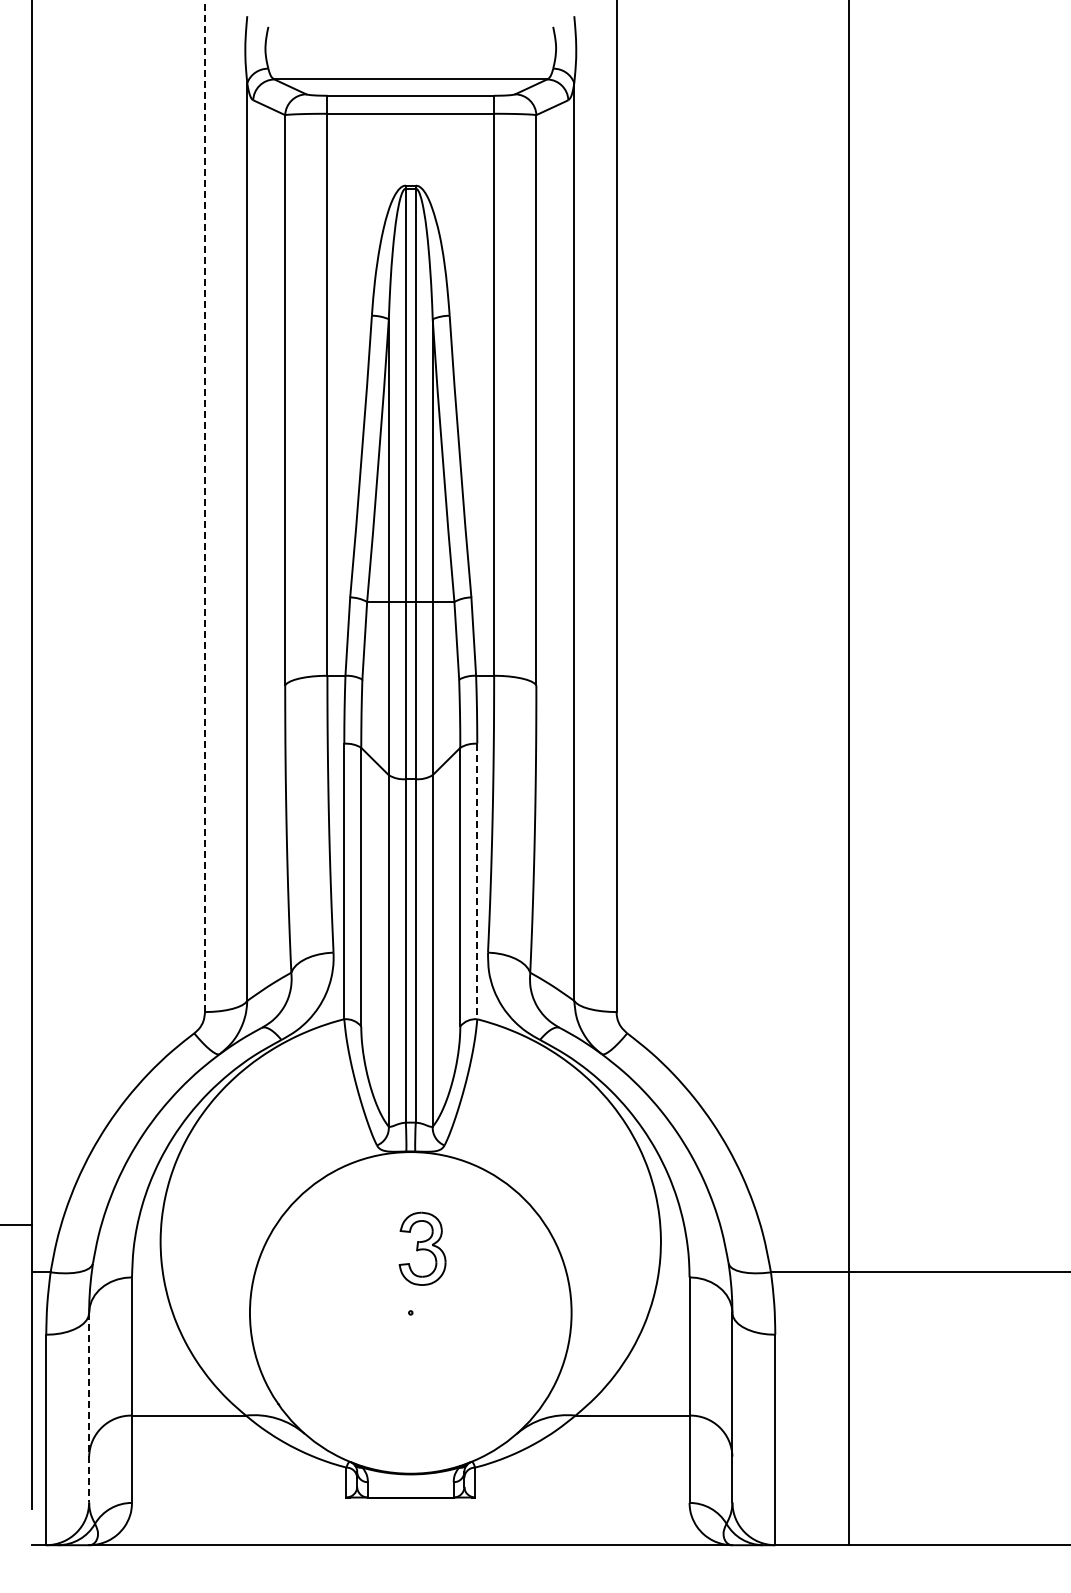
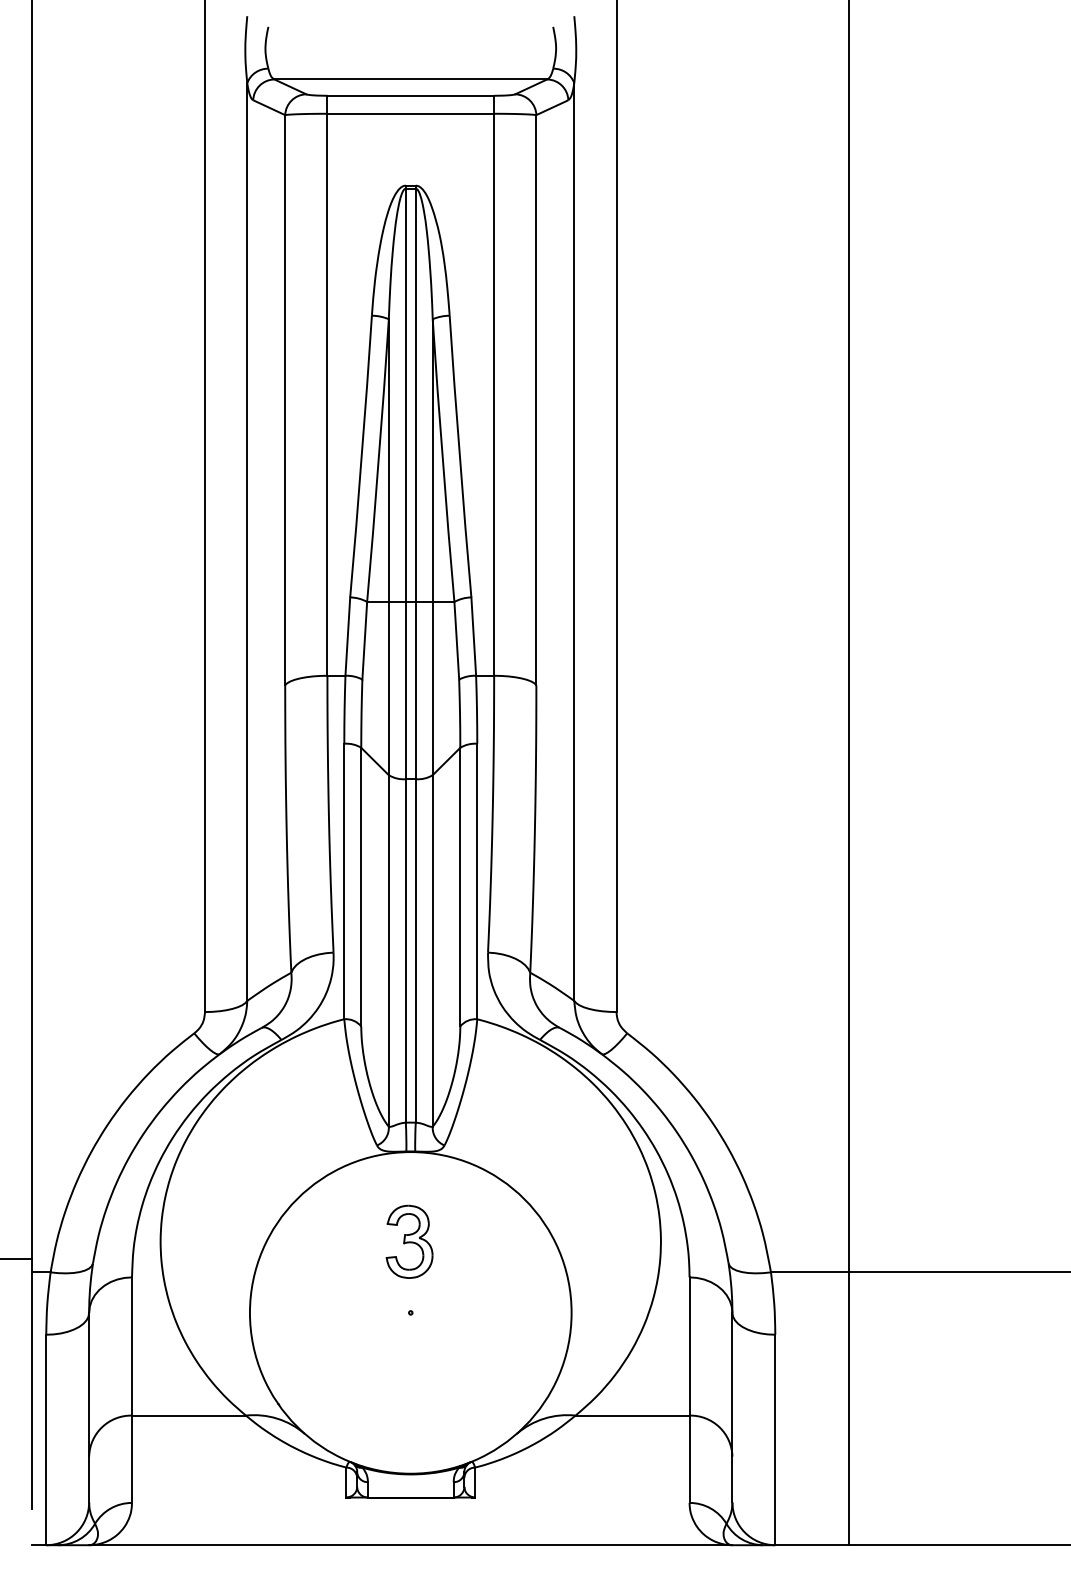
line at (205, 506): dashed -> solid
line at (477, 881): dashed -> solid
line at (16, 1225) position: (16, 1225) -> (16, 1259)
part at (422, 1248) position: (422, 1248) -> (409, 1241)
line at (89, 1407): dashed -> solid
